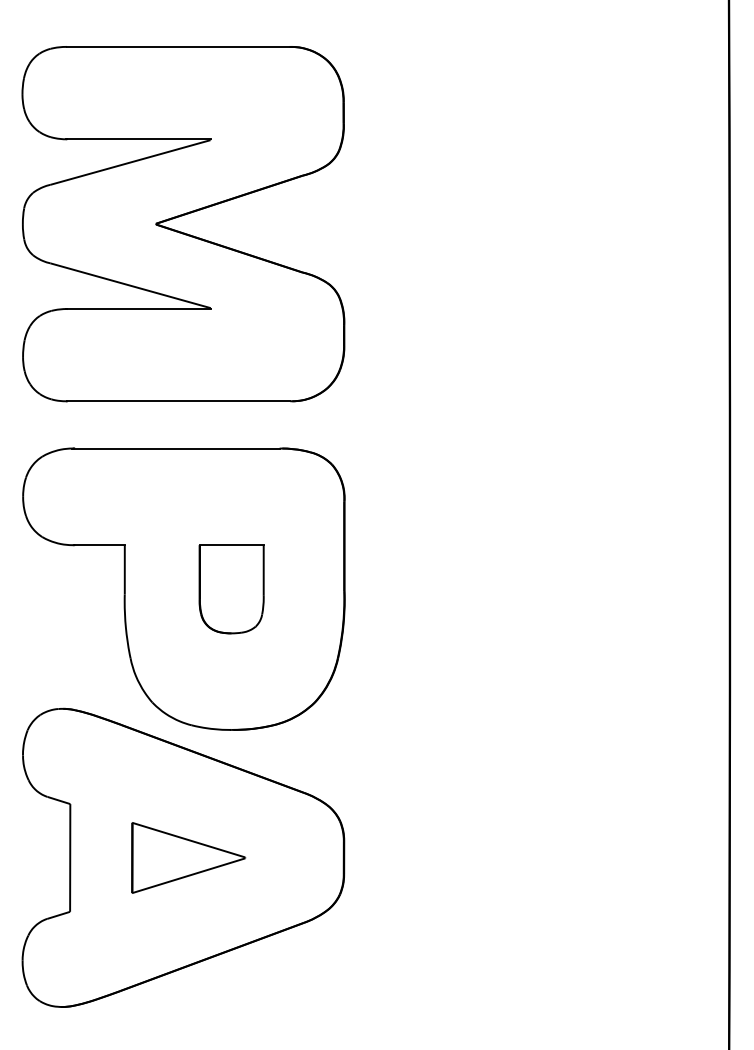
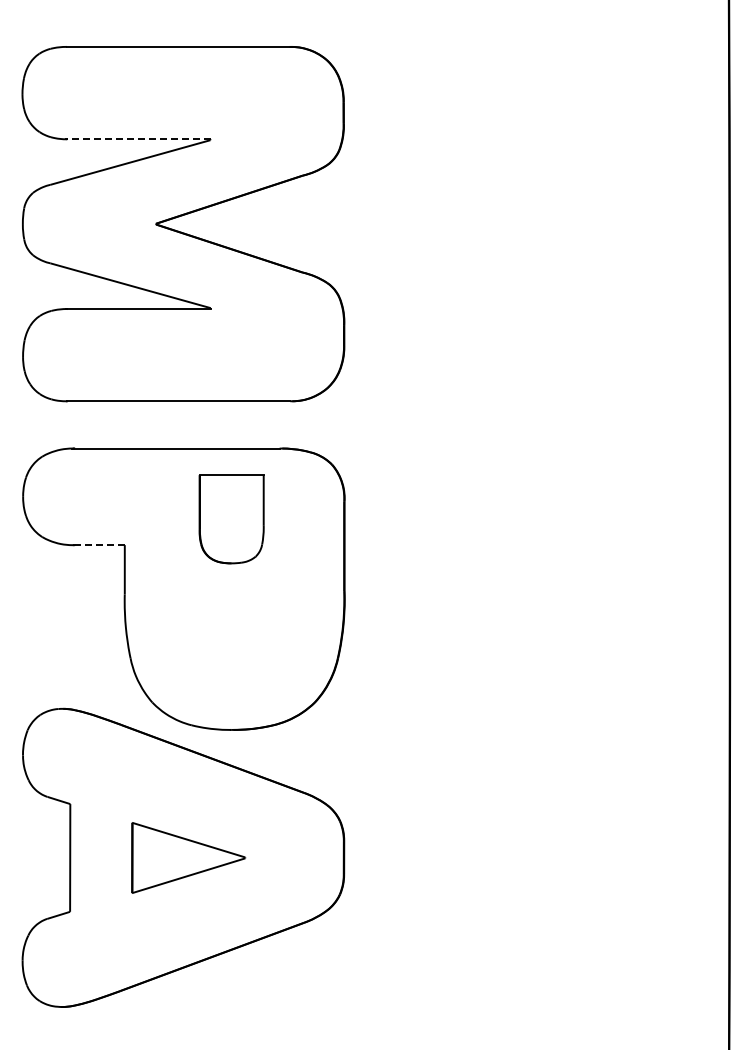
line at (138, 139): solid -> dashed
line at (99, 545): solid -> dashed
part at (231, 589) position: (231, 589) -> (231, 519)
